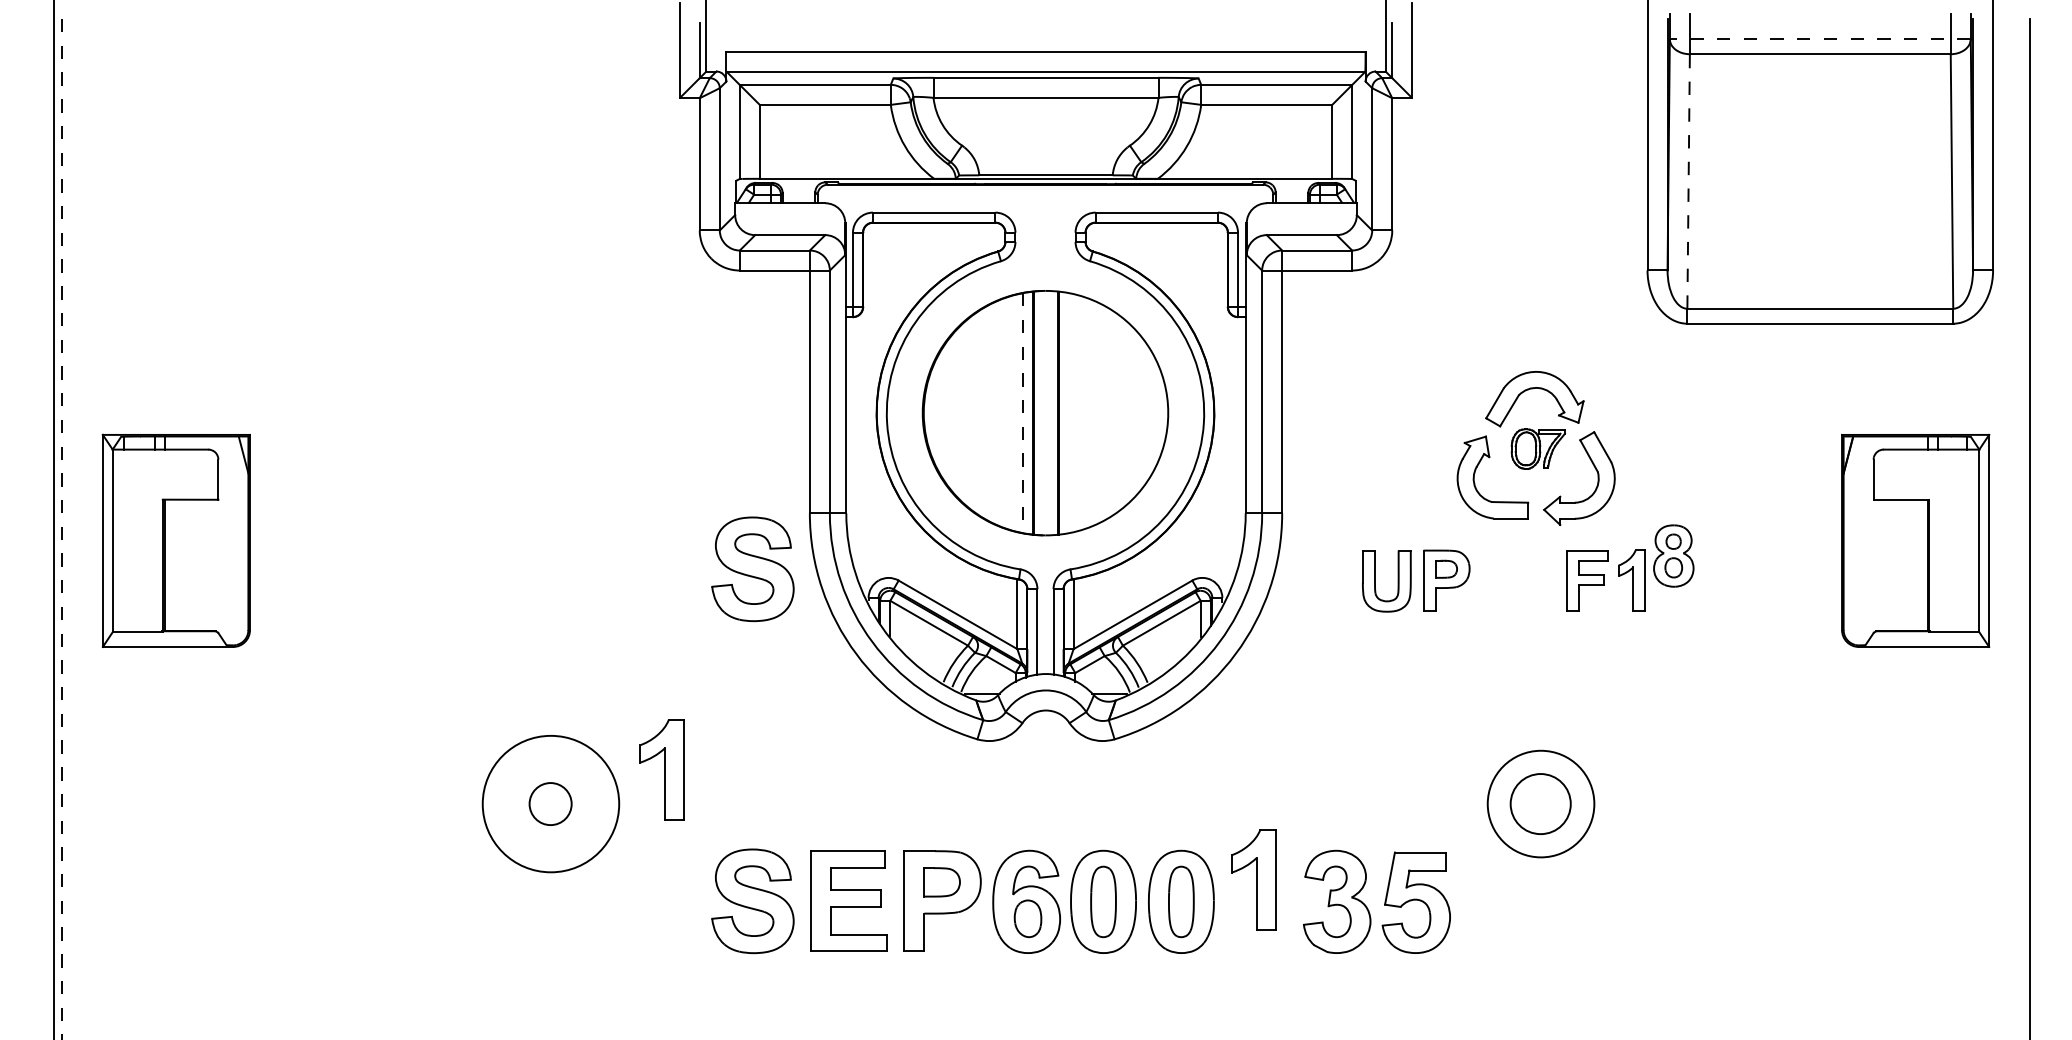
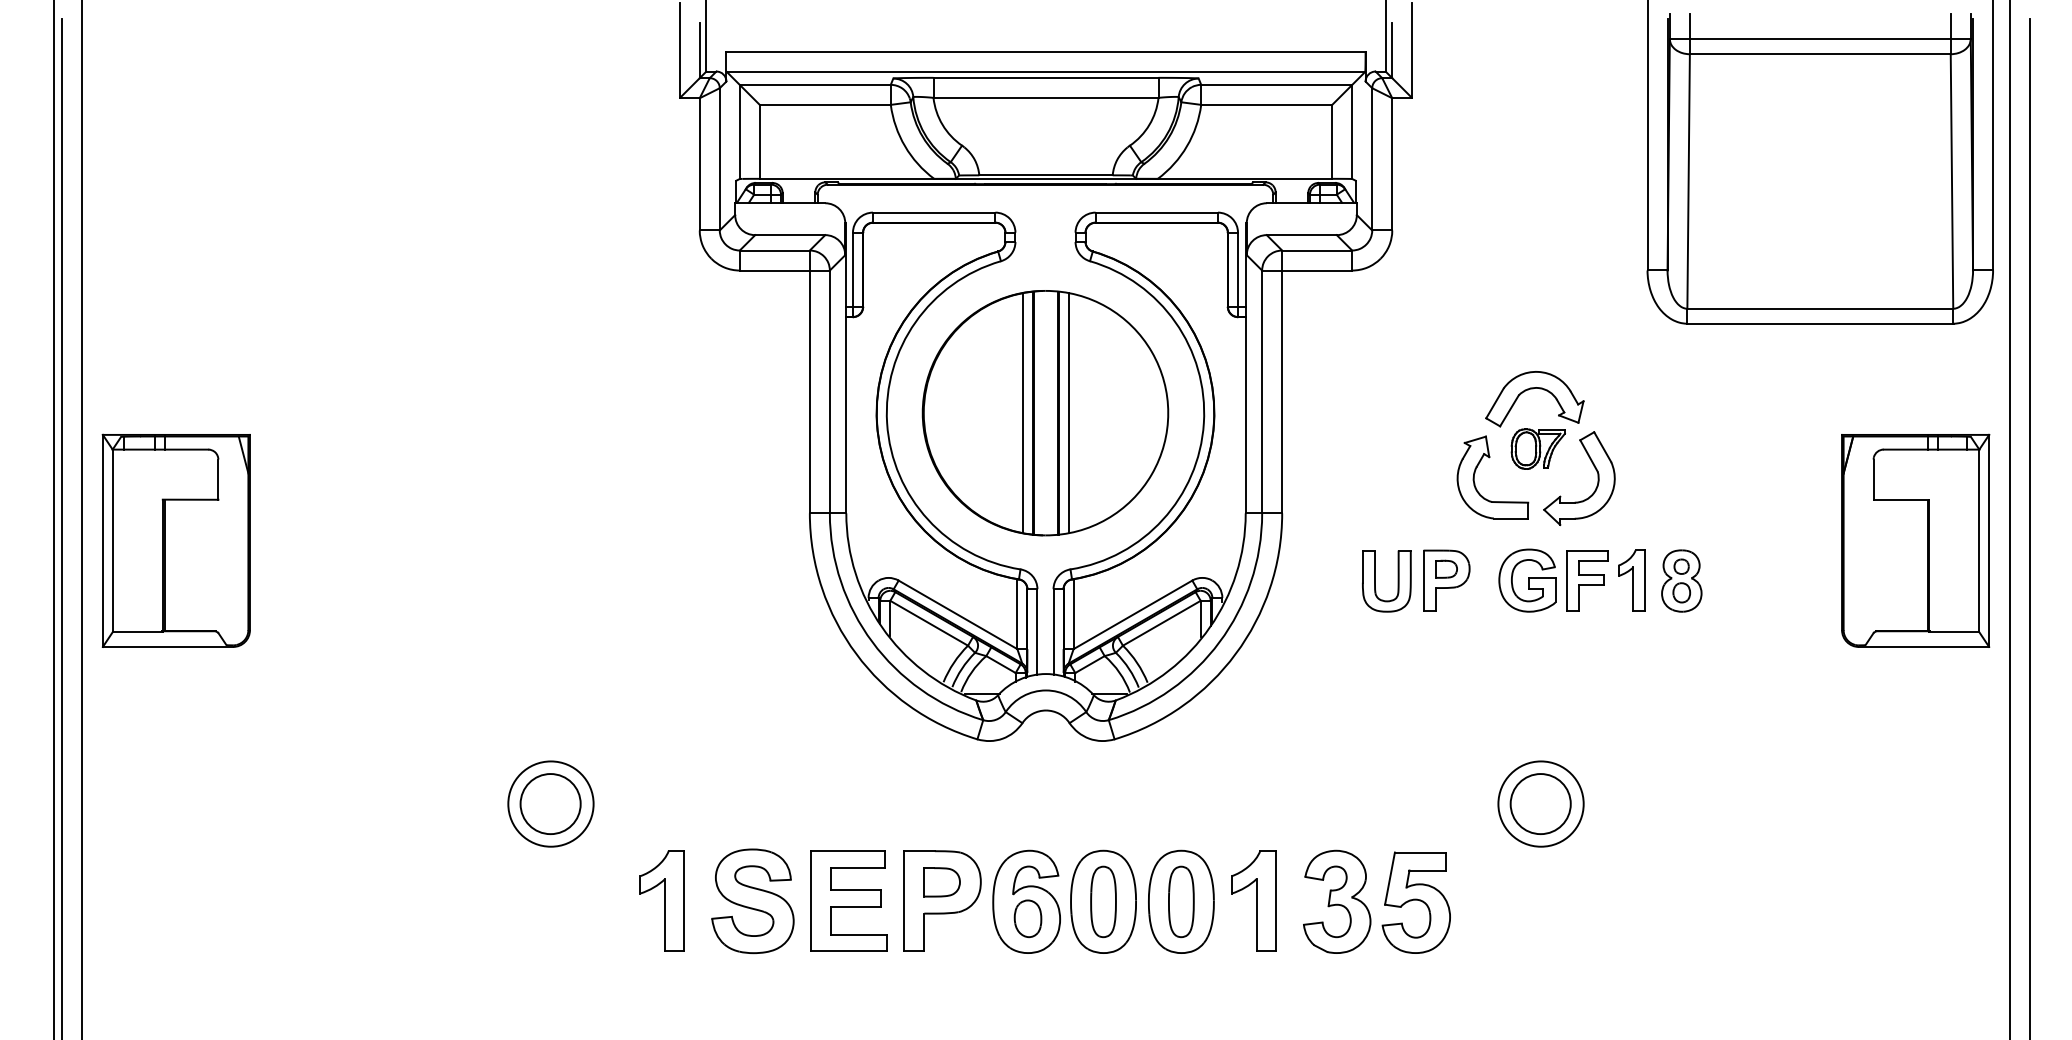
line at (1819, 39): dashed -> solid
line at (1688, 180): dashed -> solid
line at (1023, 413): dashed -> solid
line at (1068, 413): none -> present
line at (82, 519): none -> present
line at (2009, 519): none -> present
line at (62, 529): dashed -> solid
part at (1673, 555) position: (1673, 555) -> (1681, 580)
part at (752, 569): present -> none
part at (1527, 580): none -> present
part at (661, 769) position: (661, 769) -> (661, 900)
circle at (550, 803) diameter: 136 px -> 85 px
circle at (1540, 803) diameter: 107 px -> 85 px
circle at (550, 804) diameter: 42 px -> 60 px
part at (1253, 879) position: (1253, 879) -> (1253, 900)
